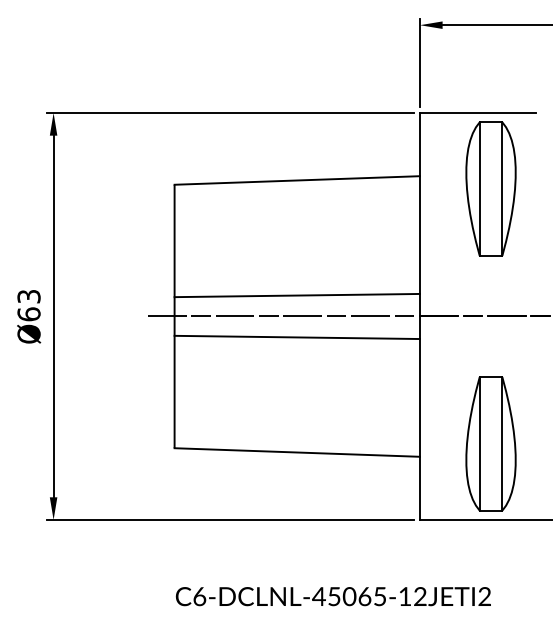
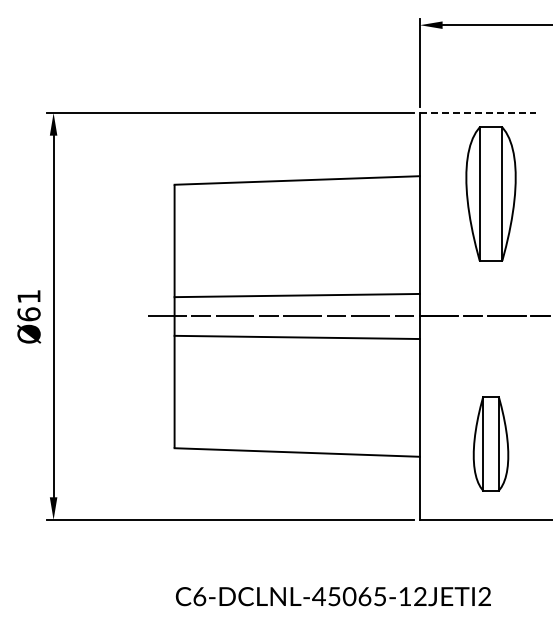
line at (478, 113): solid -> dashed
part at (490, 188) position: (490, 188) -> (490, 193)
text at (28, 296): Ø63 -> Ø61
part at (490, 443) size: 52x136 px -> 38x96 px
